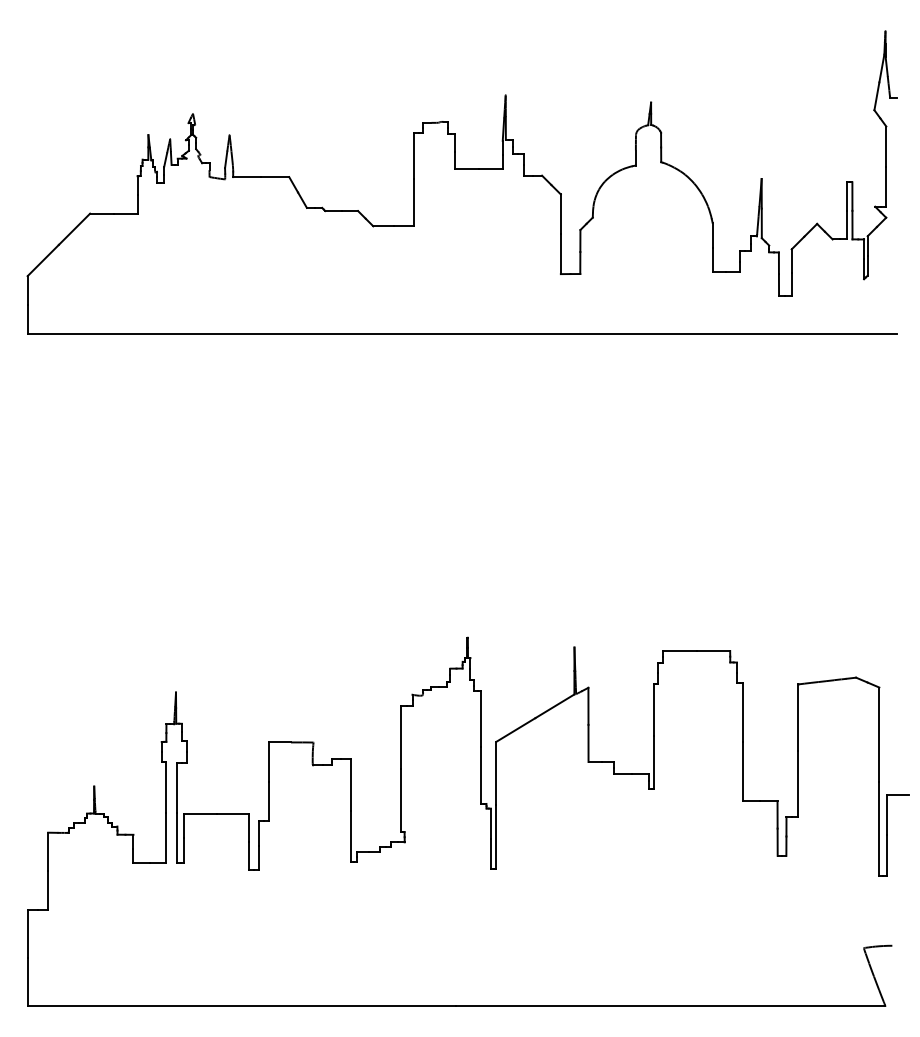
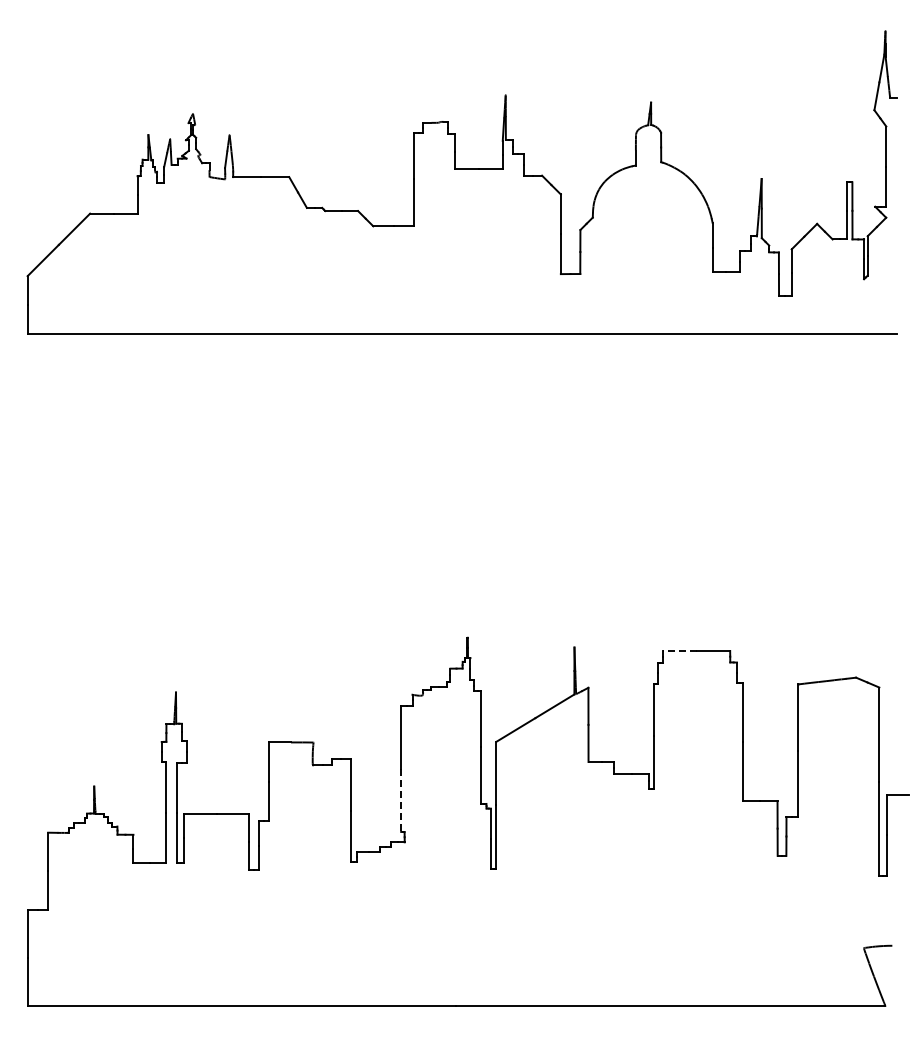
line at (679, 650): solid -> dashed
line at (401, 800): solid -> dashed
